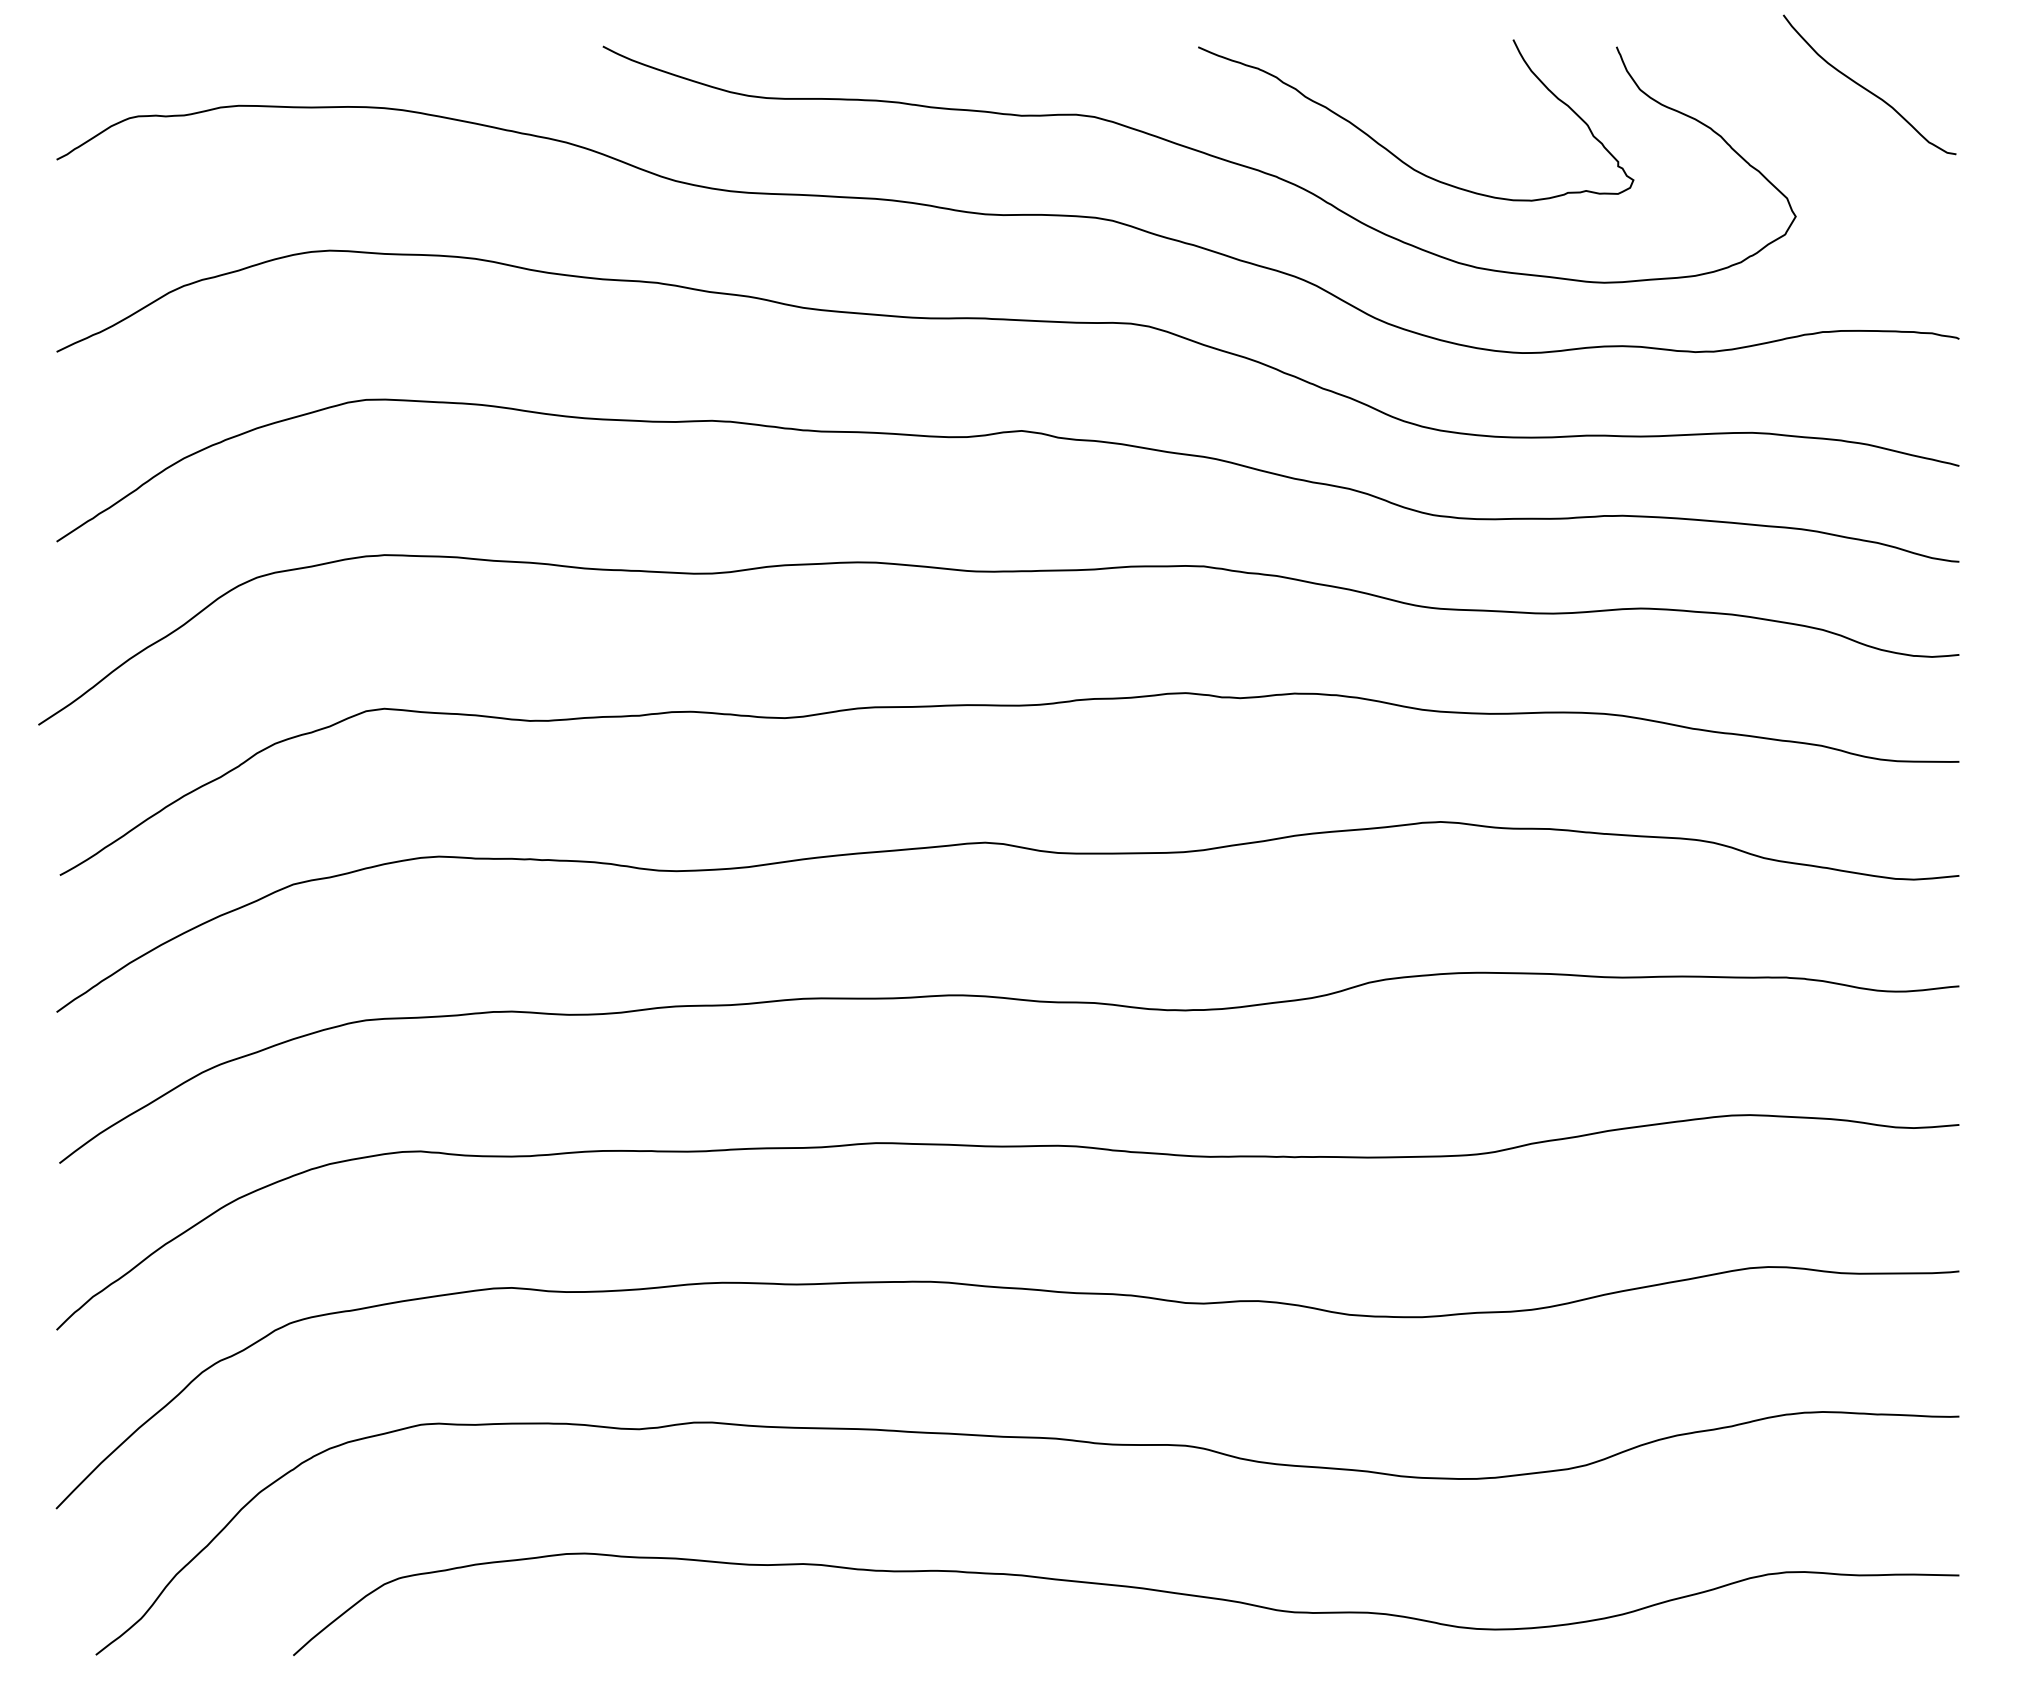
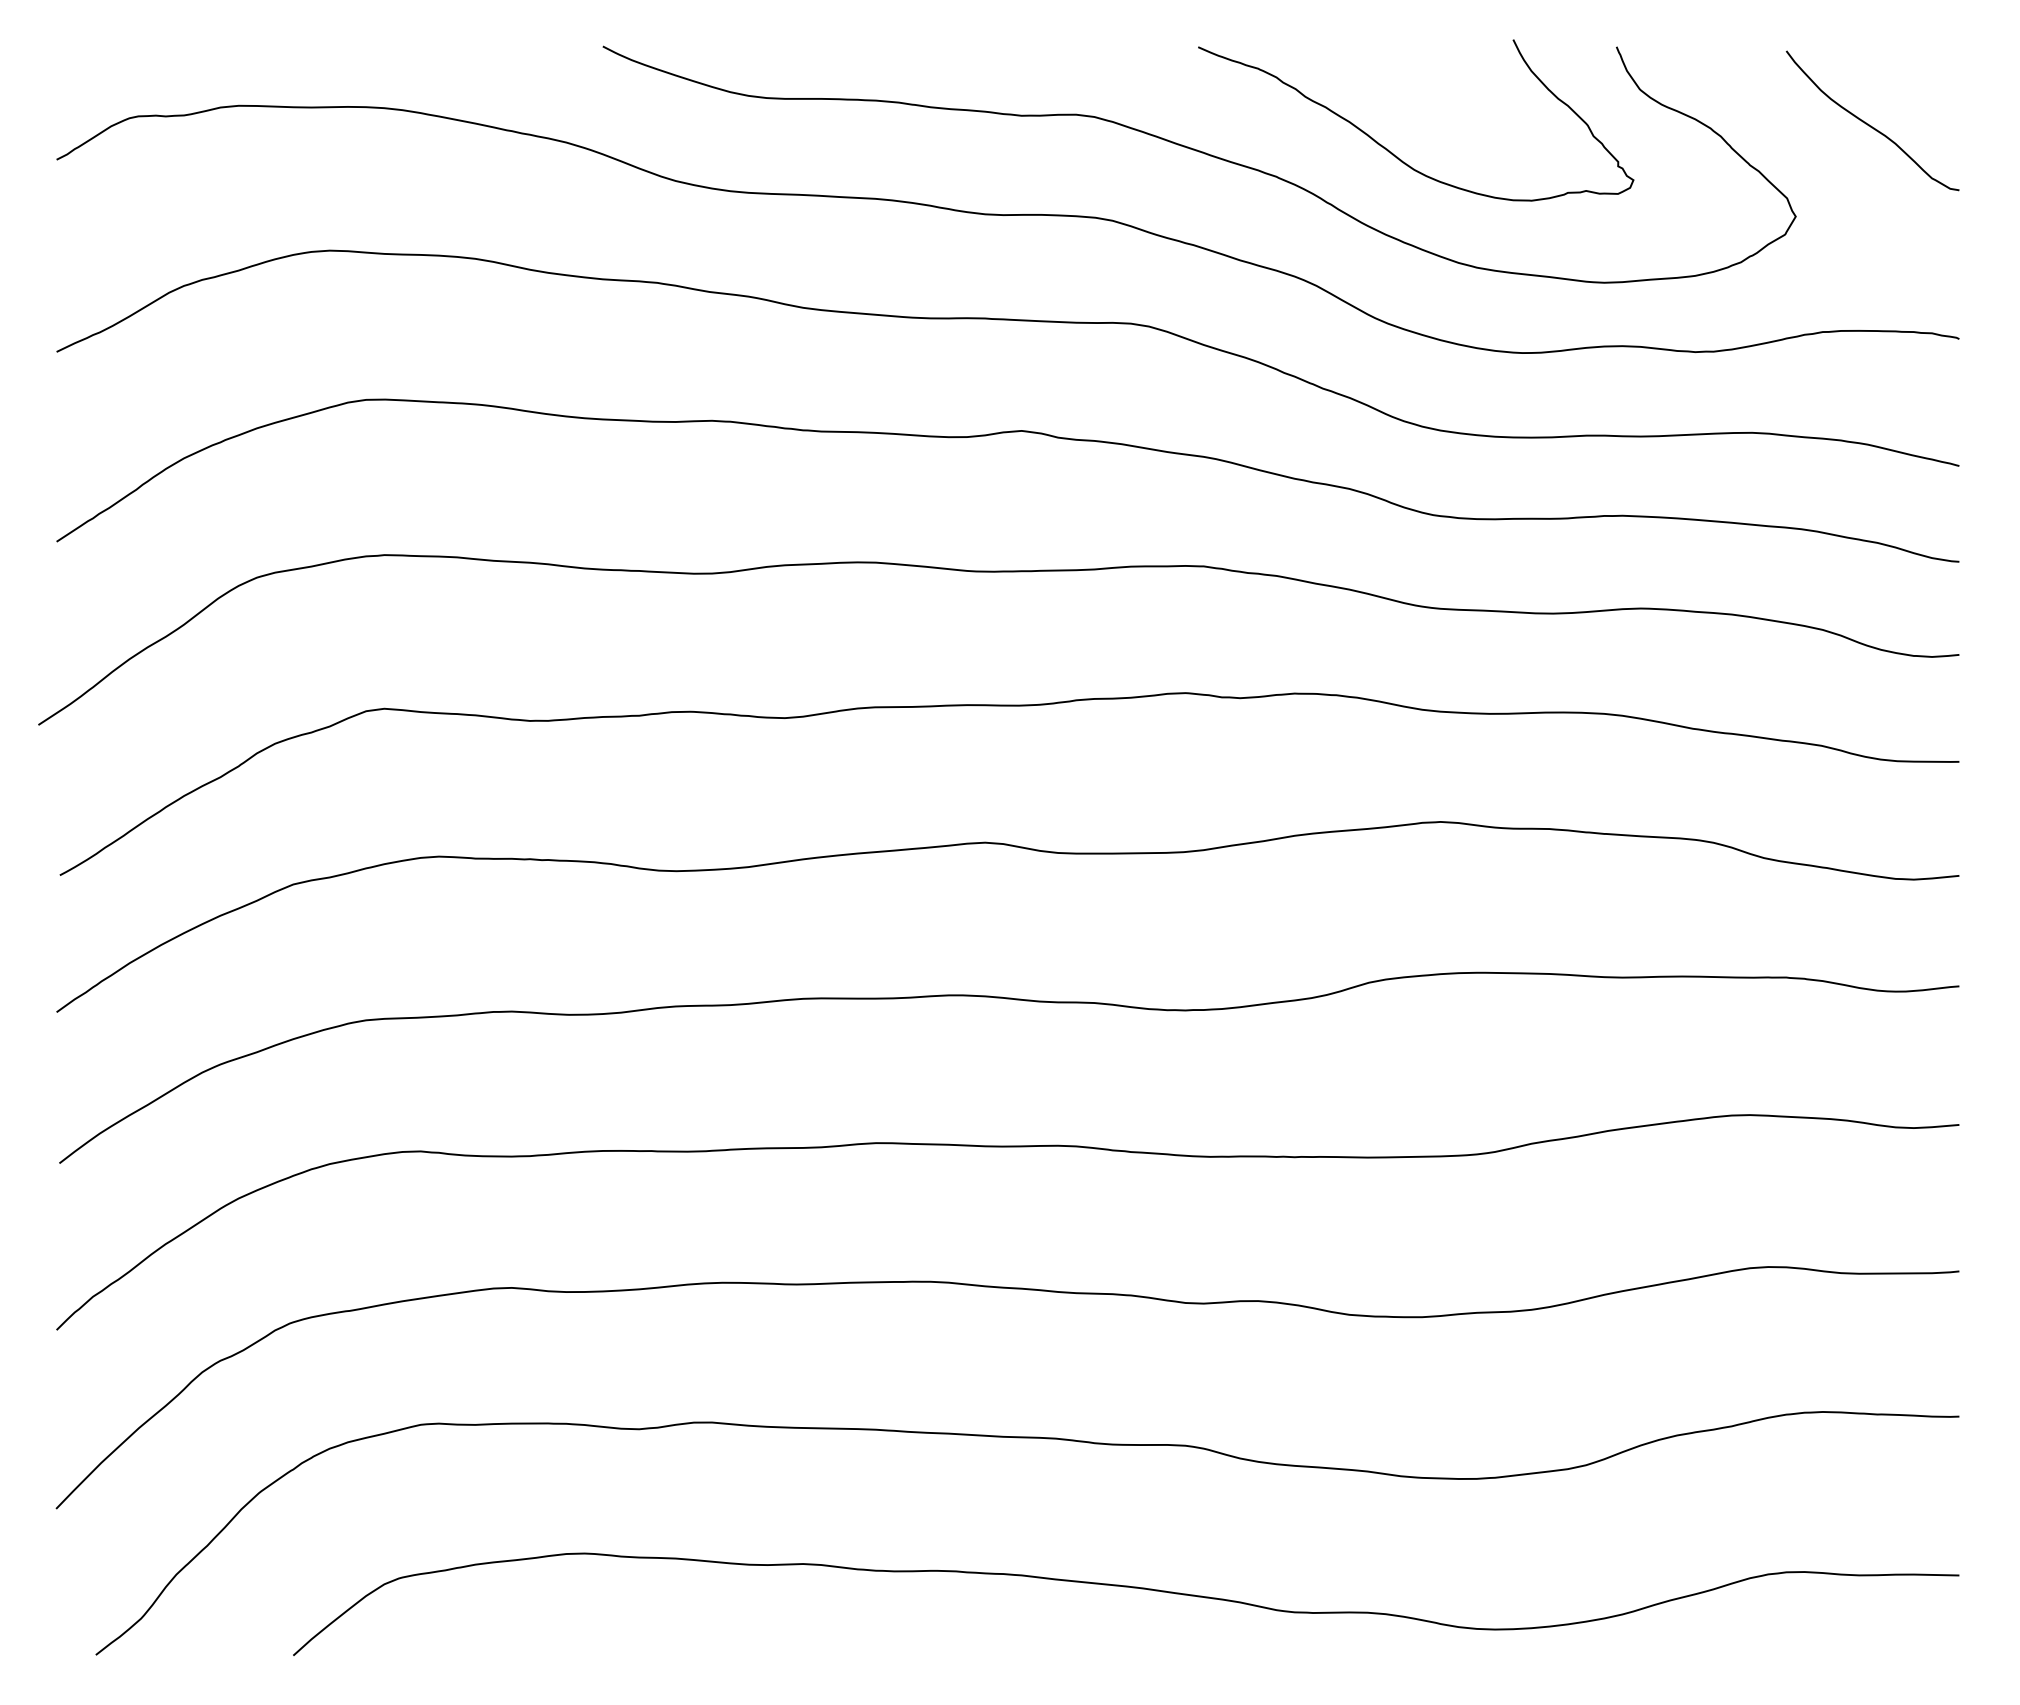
curve at (1865, 87) position: (1865, 87) -> (1868, 123)
